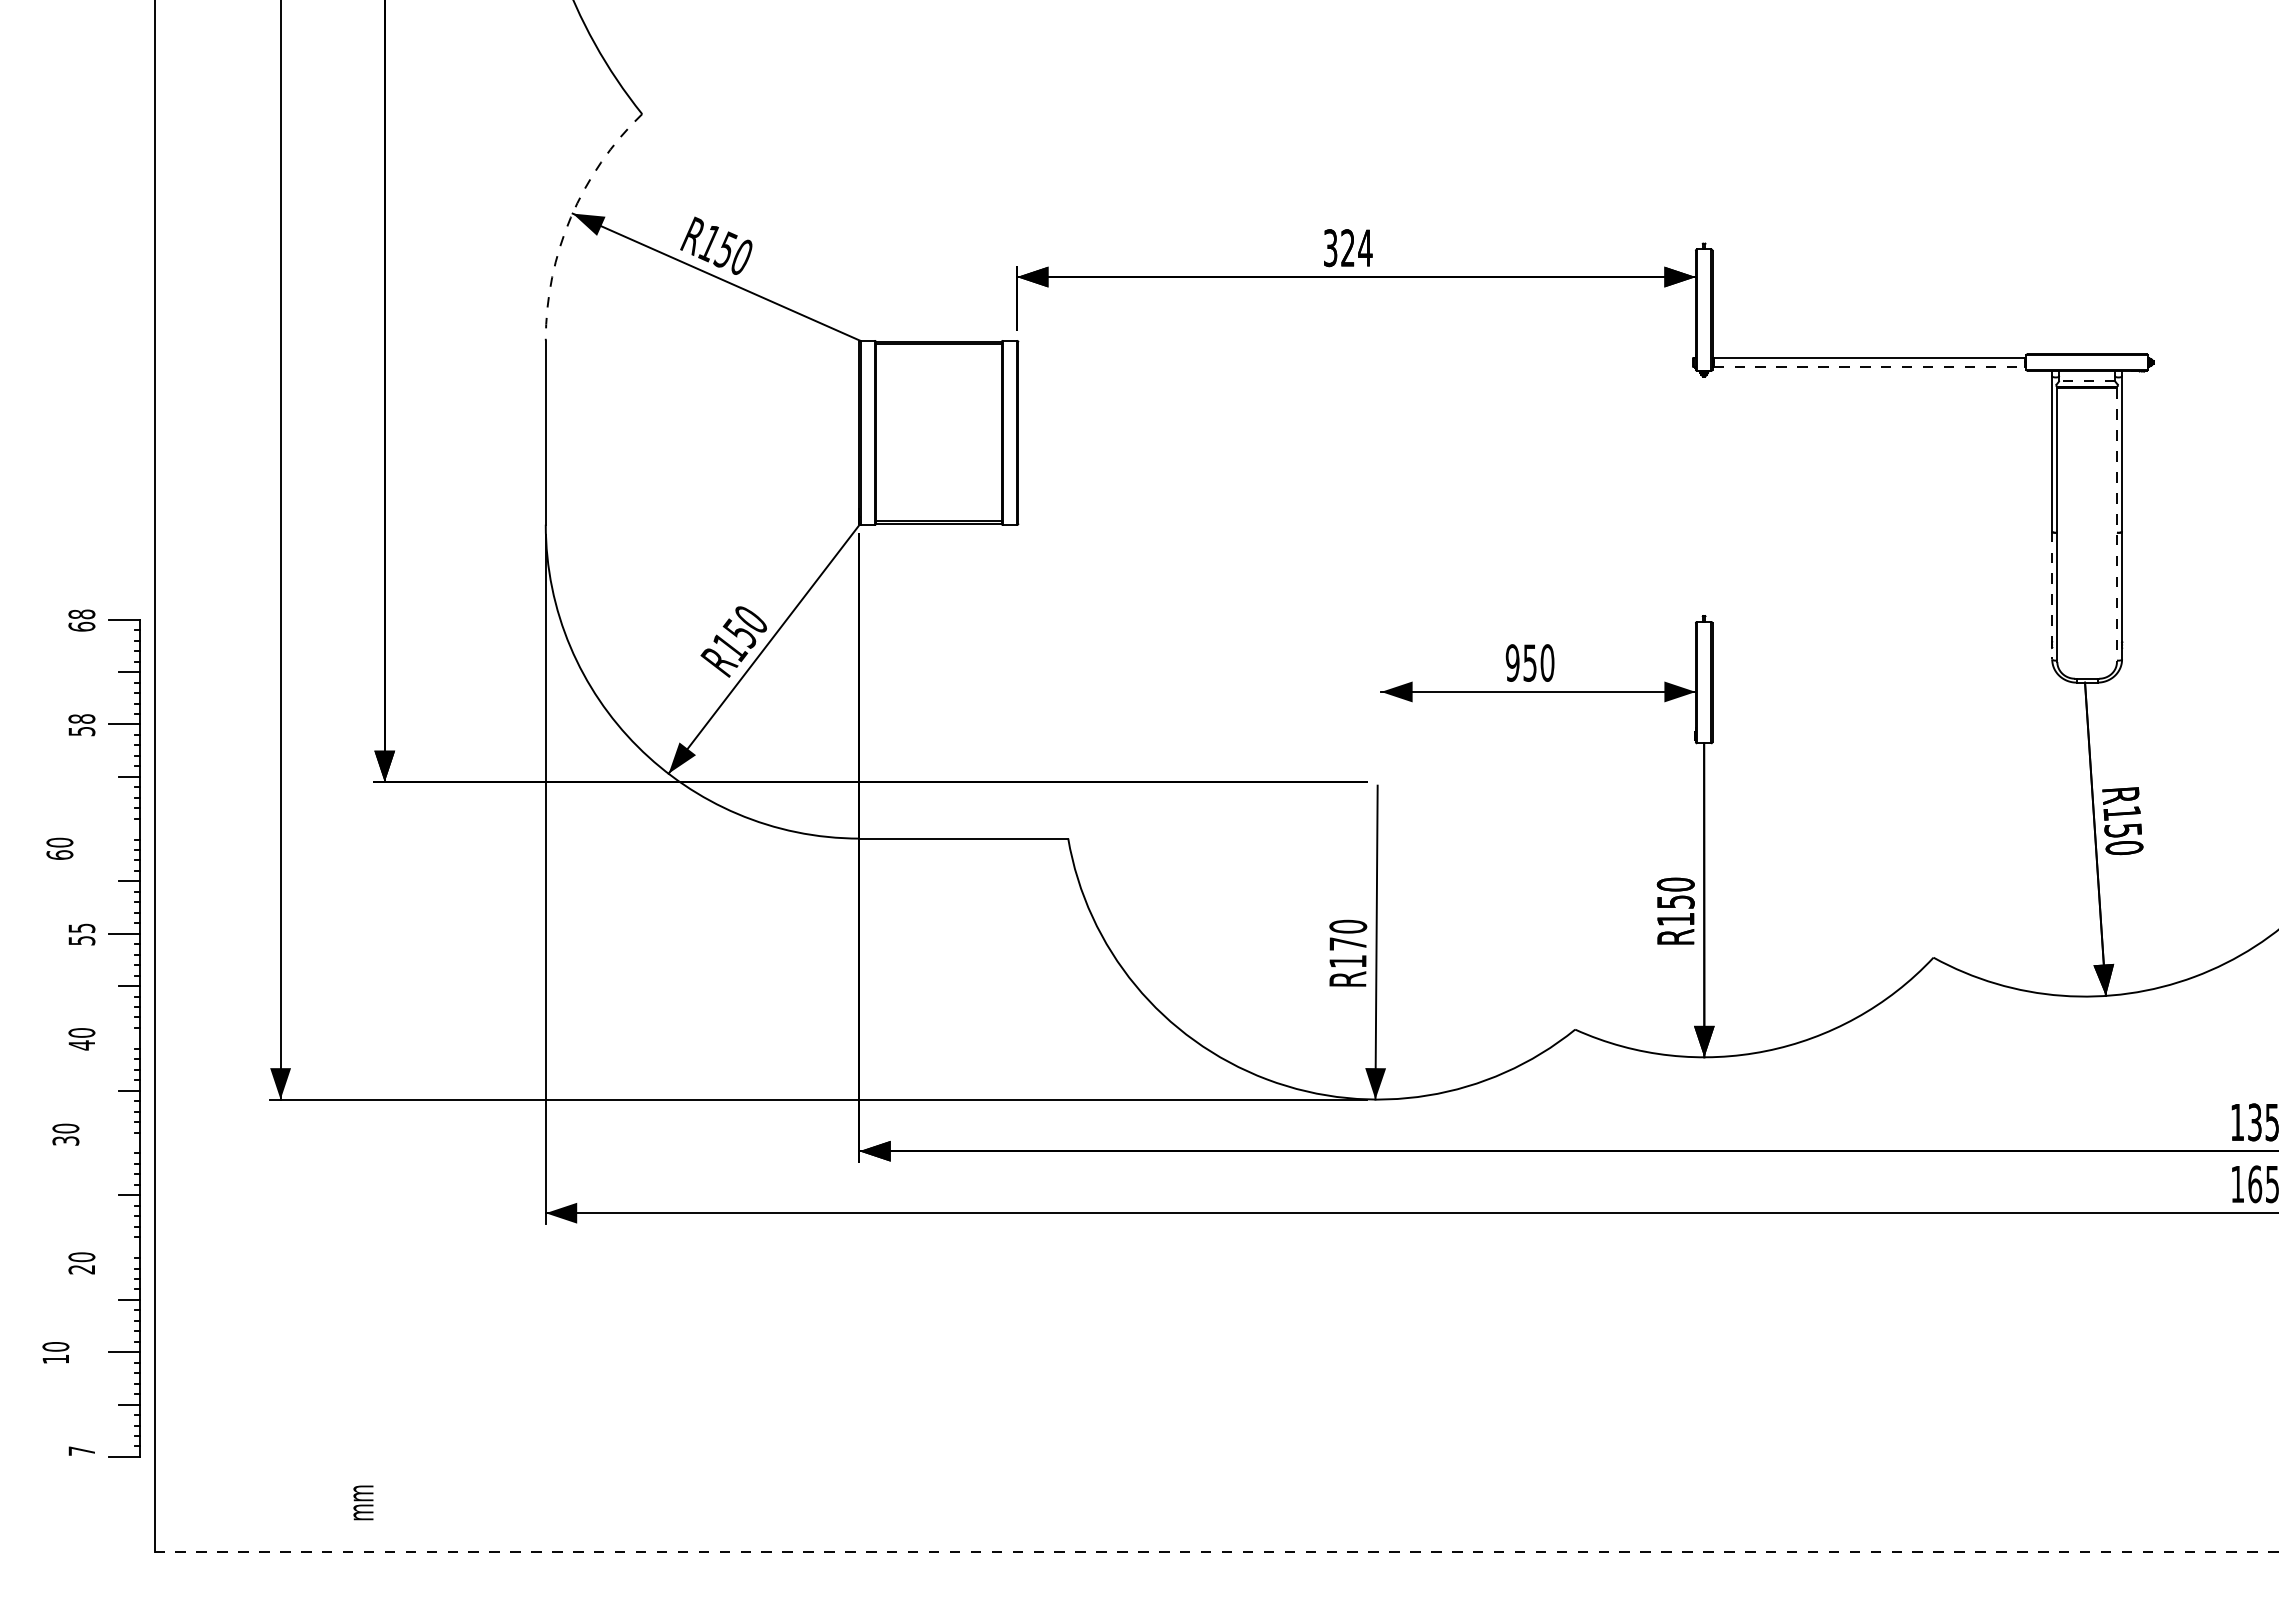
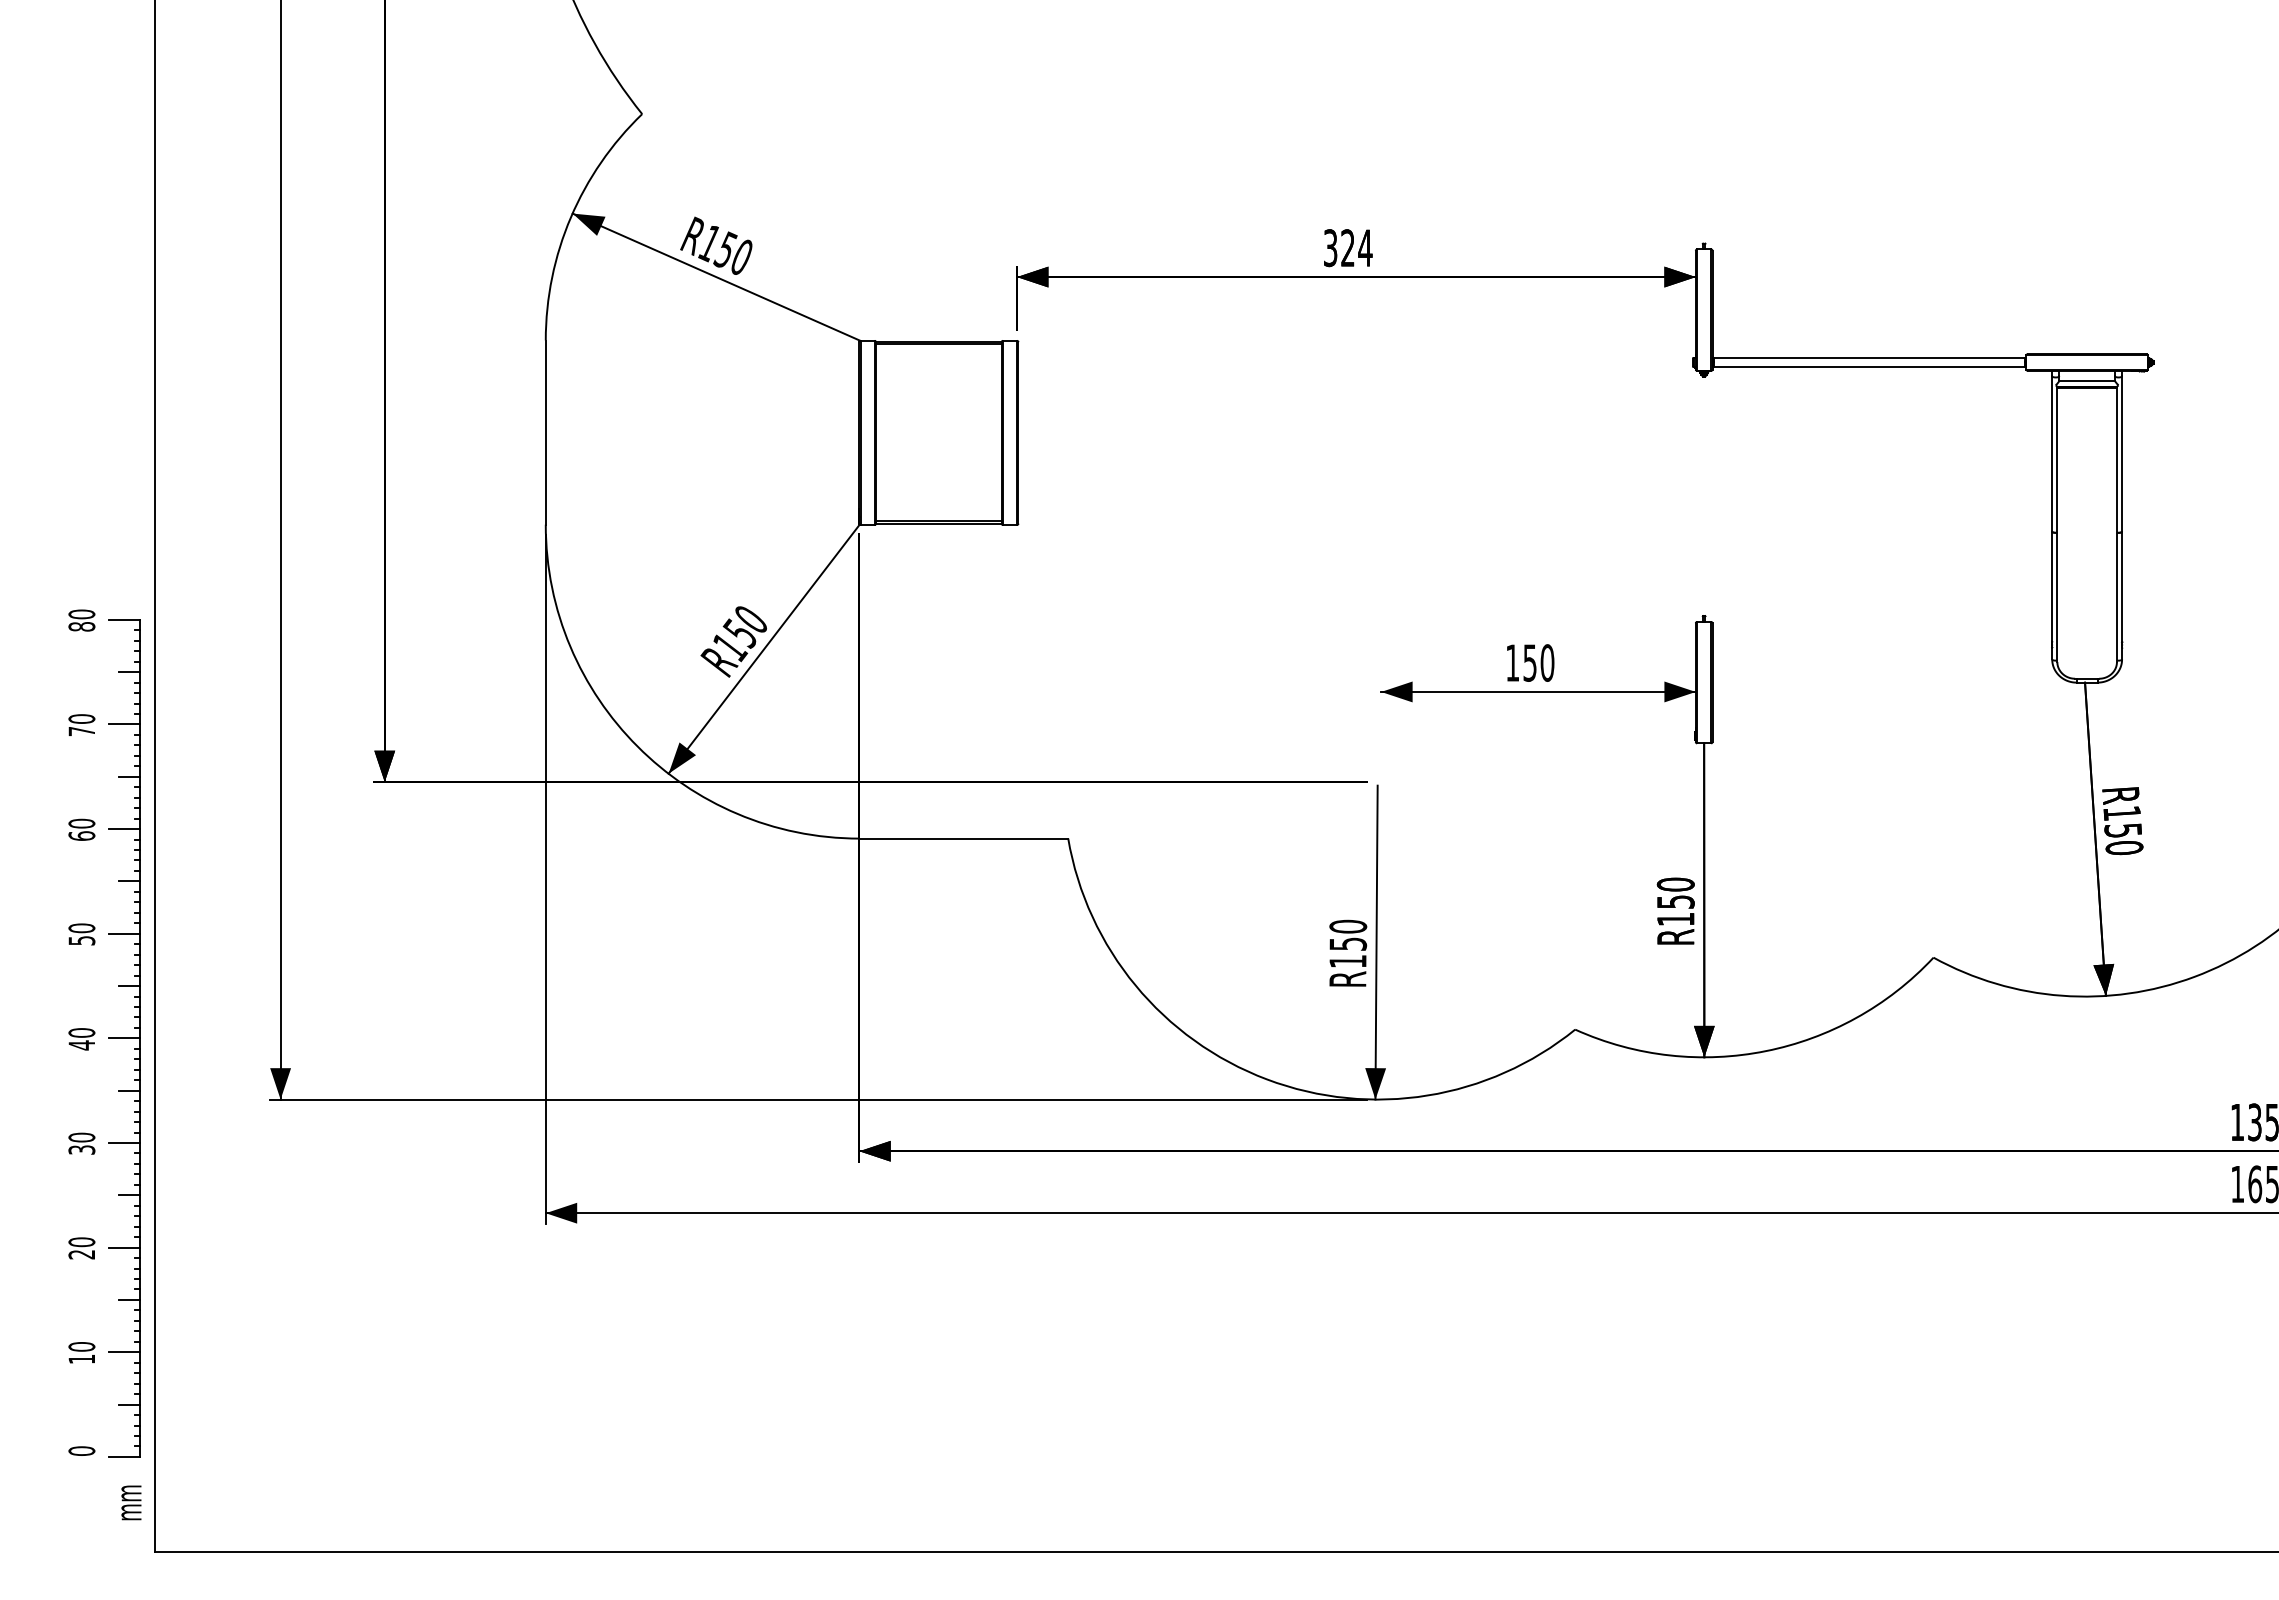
arc at (570, 217): dashed -> solid
line at (1869, 366): dashed -> solid
line at (2087, 380): dashed -> solid
line at (2116, 525): dashed -> solid
line at (2052, 595): dashed -> solid
text at (81, 620): 68 -> 80
text at (1512, 662): 950 -> 150
text at (81, 725): 58 -> 70
line at (124, 829): none -> present
text at (59, 848) position: (59, 848) -> (81, 829)
text at (81, 928): 55 -> 50
text at (1348, 943): R170 -> R150
line at (124, 1038): none -> present
text at (65, 1134) position: (65, 1134) -> (81, 1143)
line at (124, 1143): none -> present
line at (124, 1247): none -> present
text at (81, 1263) position: (81, 1263) -> (81, 1248)
text at (55, 1352) position: (55, 1352) -> (81, 1352)
text at (81, 1450): 7 -> 0
text at (363, 1502) position: (363, 1502) -> (131, 1502)
line at (1216, 1551): dashed -> solid
